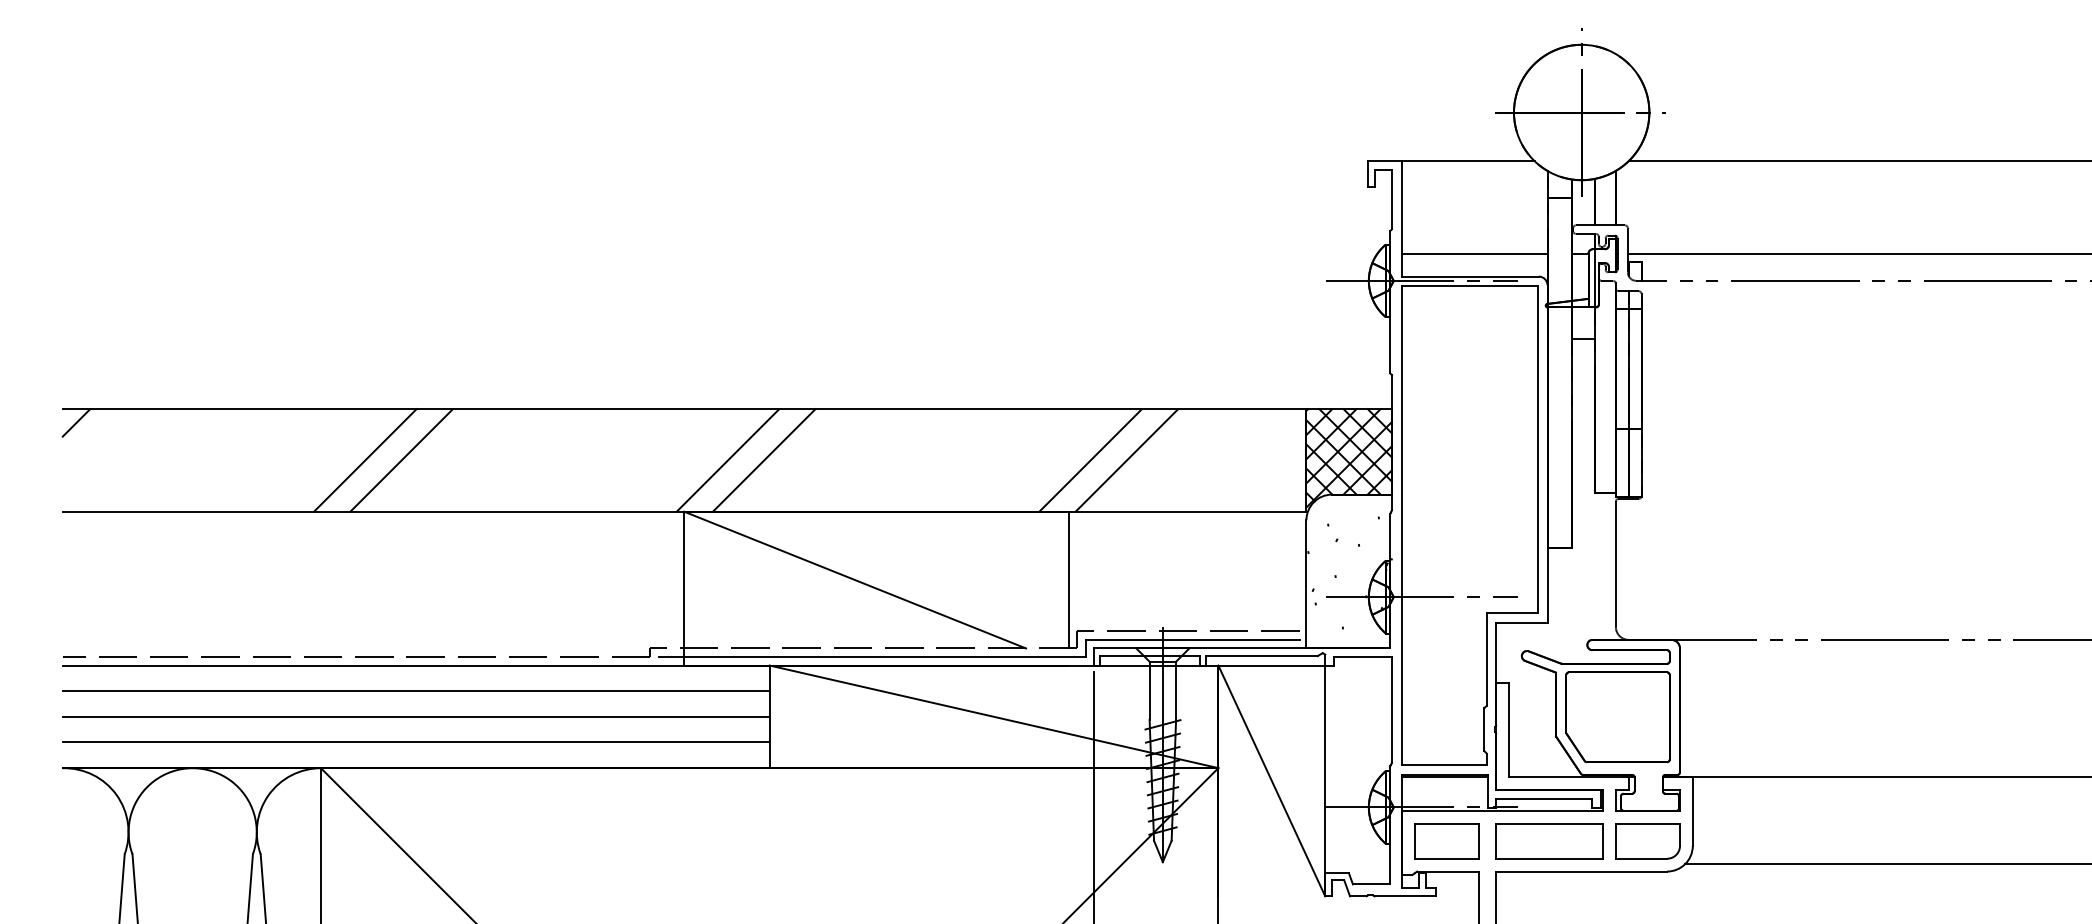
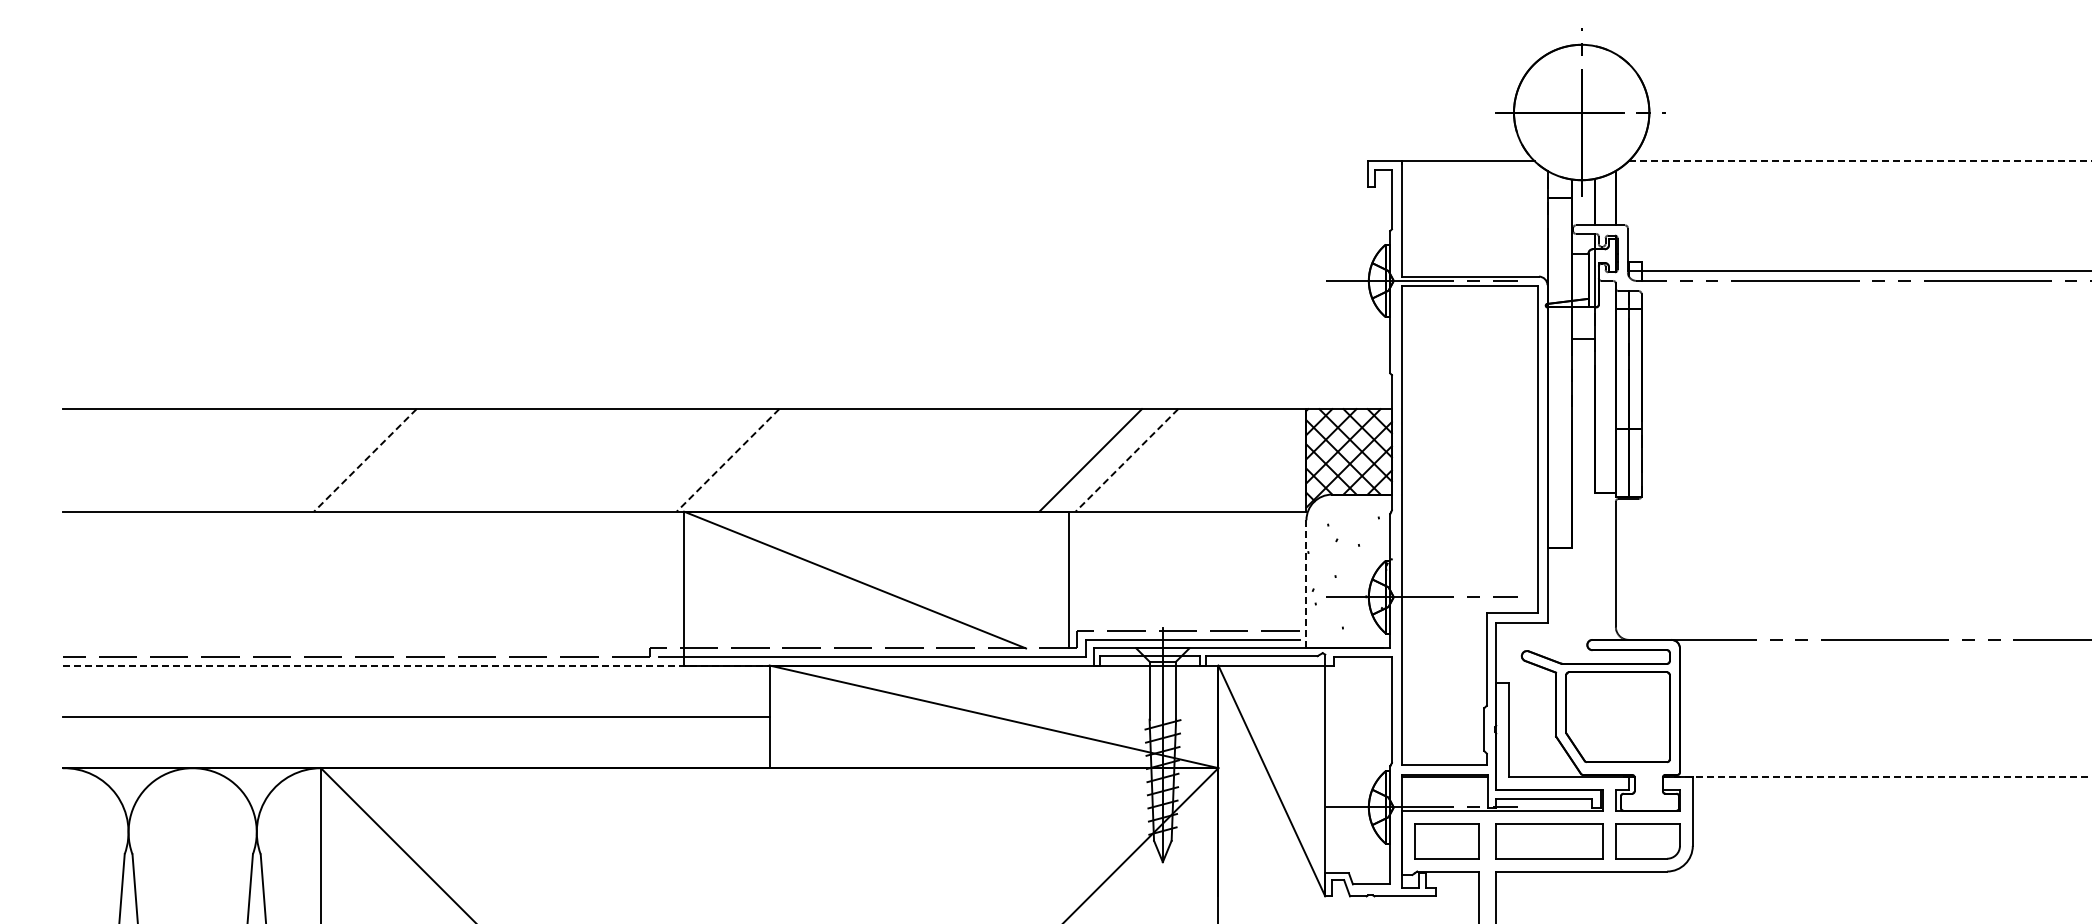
line at (1860, 161): solid -> dashed
line at (1474, 253): present -> none
line at (1857, 253) position: (1857, 253) -> (1857, 270)
line at (76, 422): present -> none
line at (365, 460): solid -> dashed
line at (401, 460): present -> none
line at (728, 460): solid -> dashed
line at (763, 460): present -> none
line at (1126, 460): solid -> dashed
line at (1306, 583): solid -> dashed
line at (416, 665): solid -> dashed
line at (415, 691): present -> none
line at (415, 742): present -> none
line at (1877, 776): solid -> dashed
line at (1094, 795): present -> none
line at (1886, 863): present -> none
